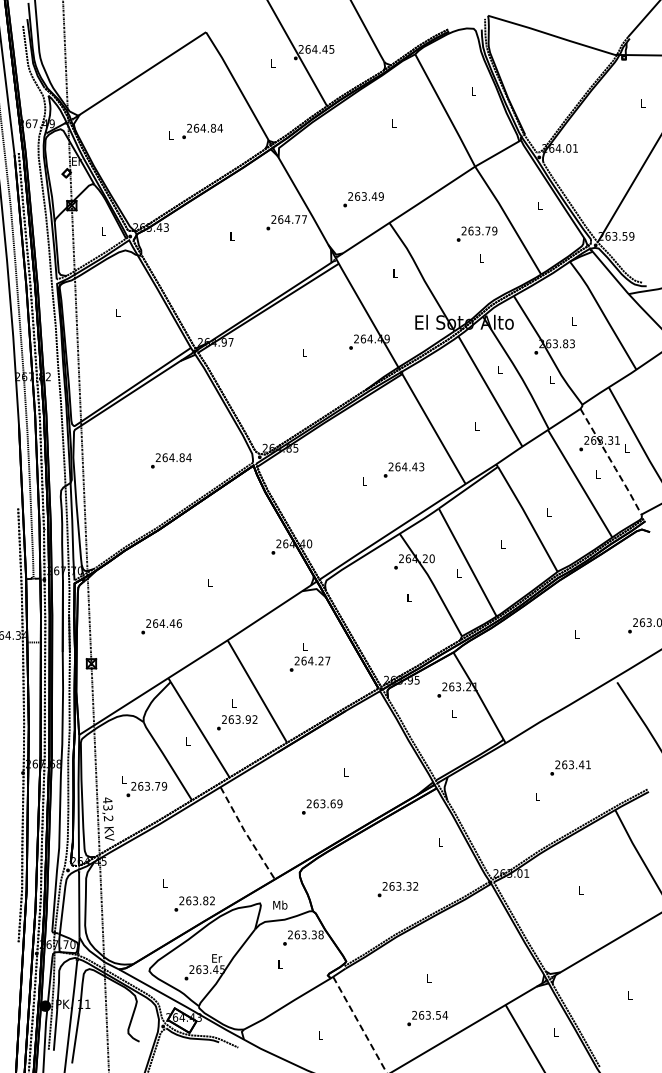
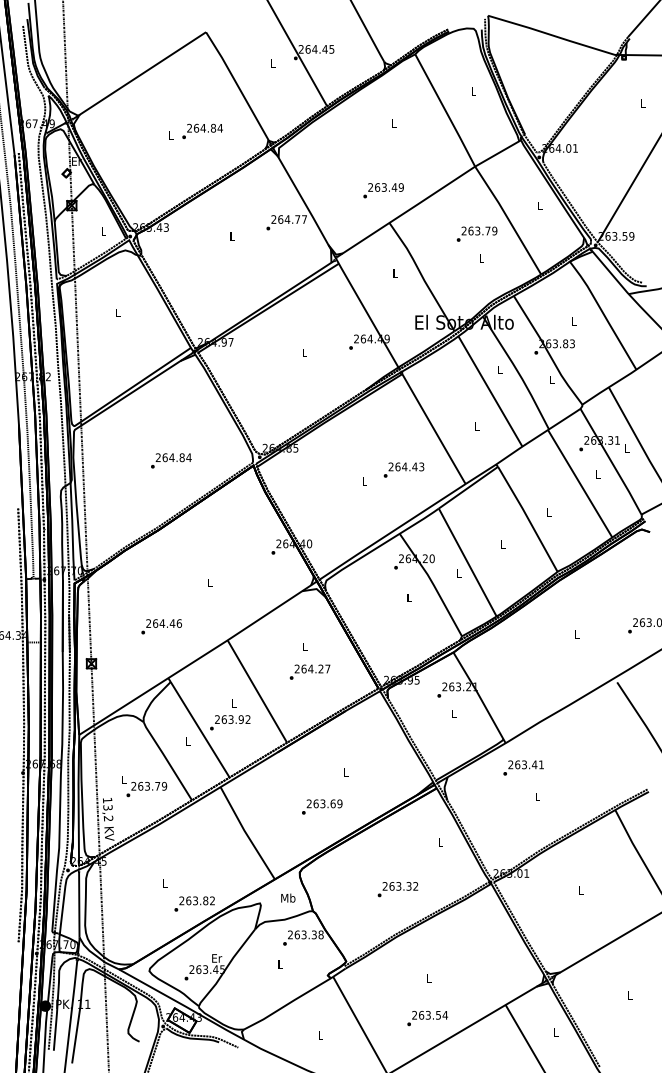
text at (363, 199) position: (363, 199) -> (383, 190)
line at (611, 462): dashed -> solid
text at (309, 663) position: (309, 663) -> (309, 671)
text at (237, 722) position: (237, 722) -> (230, 722)
text at (570, 767) position: (570, 767) -> (523, 767)
text at (107, 800): 43,2 -> 13,2
line at (246, 833): dashed -> solid
text at (280, 904) position: (280, 904) -> (288, 897)
line at (359, 1024): dashed -> solid
